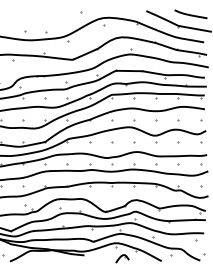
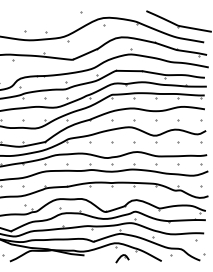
curve at (190, 14): present -> none
